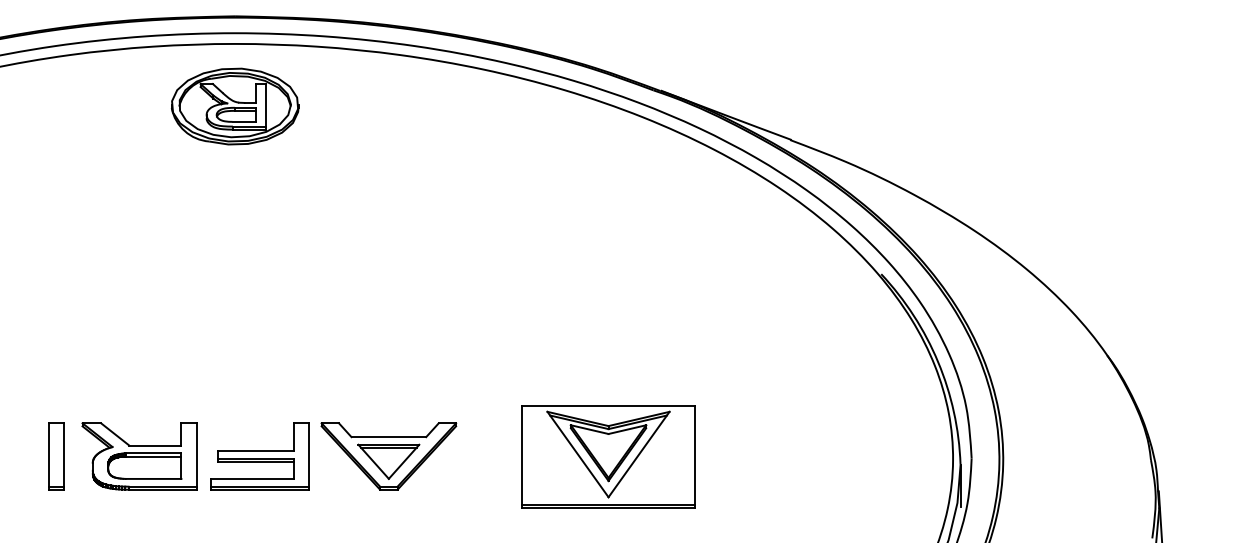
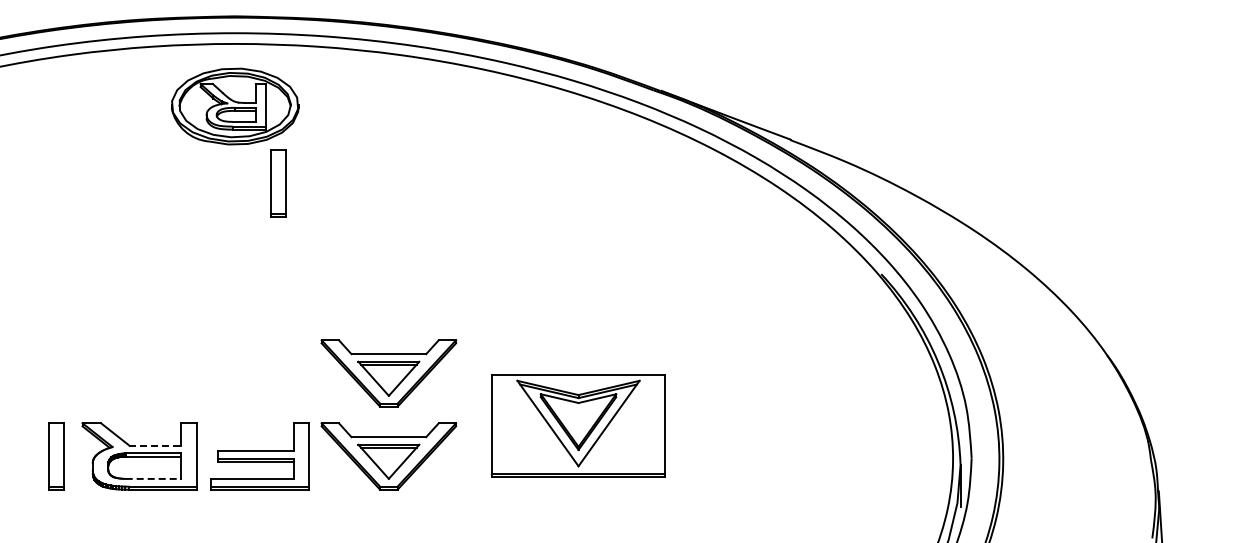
part at (278, 183): none -> present
part at (388, 373): none -> present
line at (155, 445): solid -> dashed
part at (608, 456) position: (608, 456) -> (578, 425)
line at (153, 478): solid -> dashed
